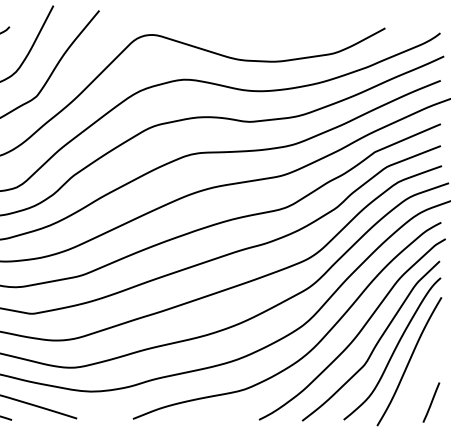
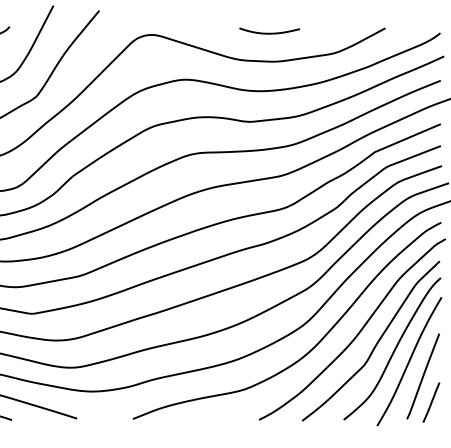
curve at (269, 32): none -> present
line at (422, 376): none -> present
